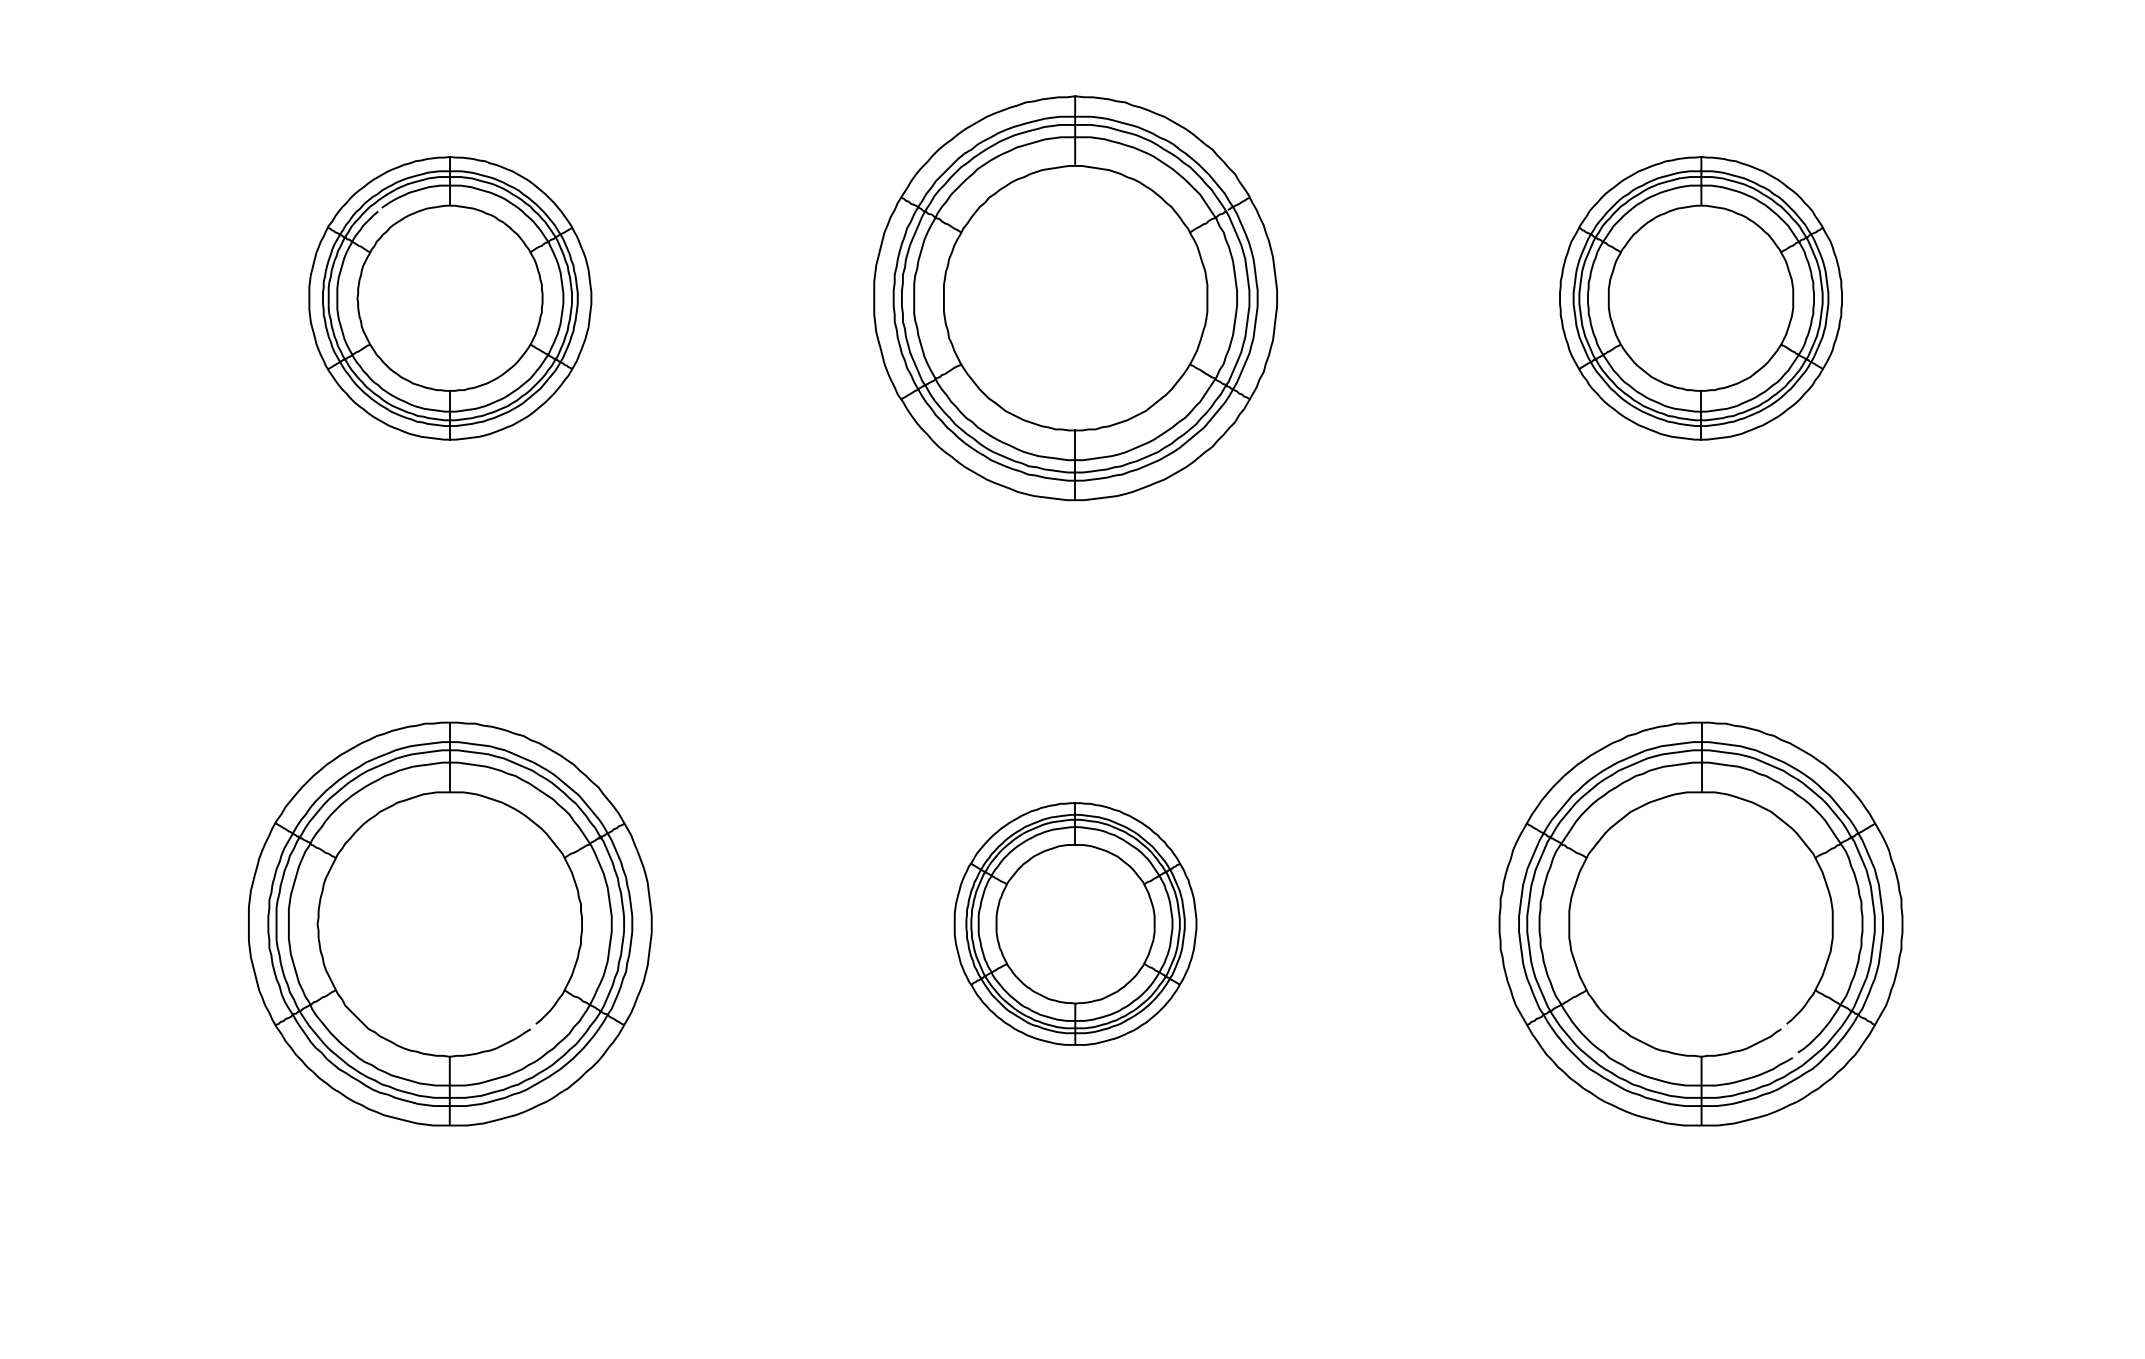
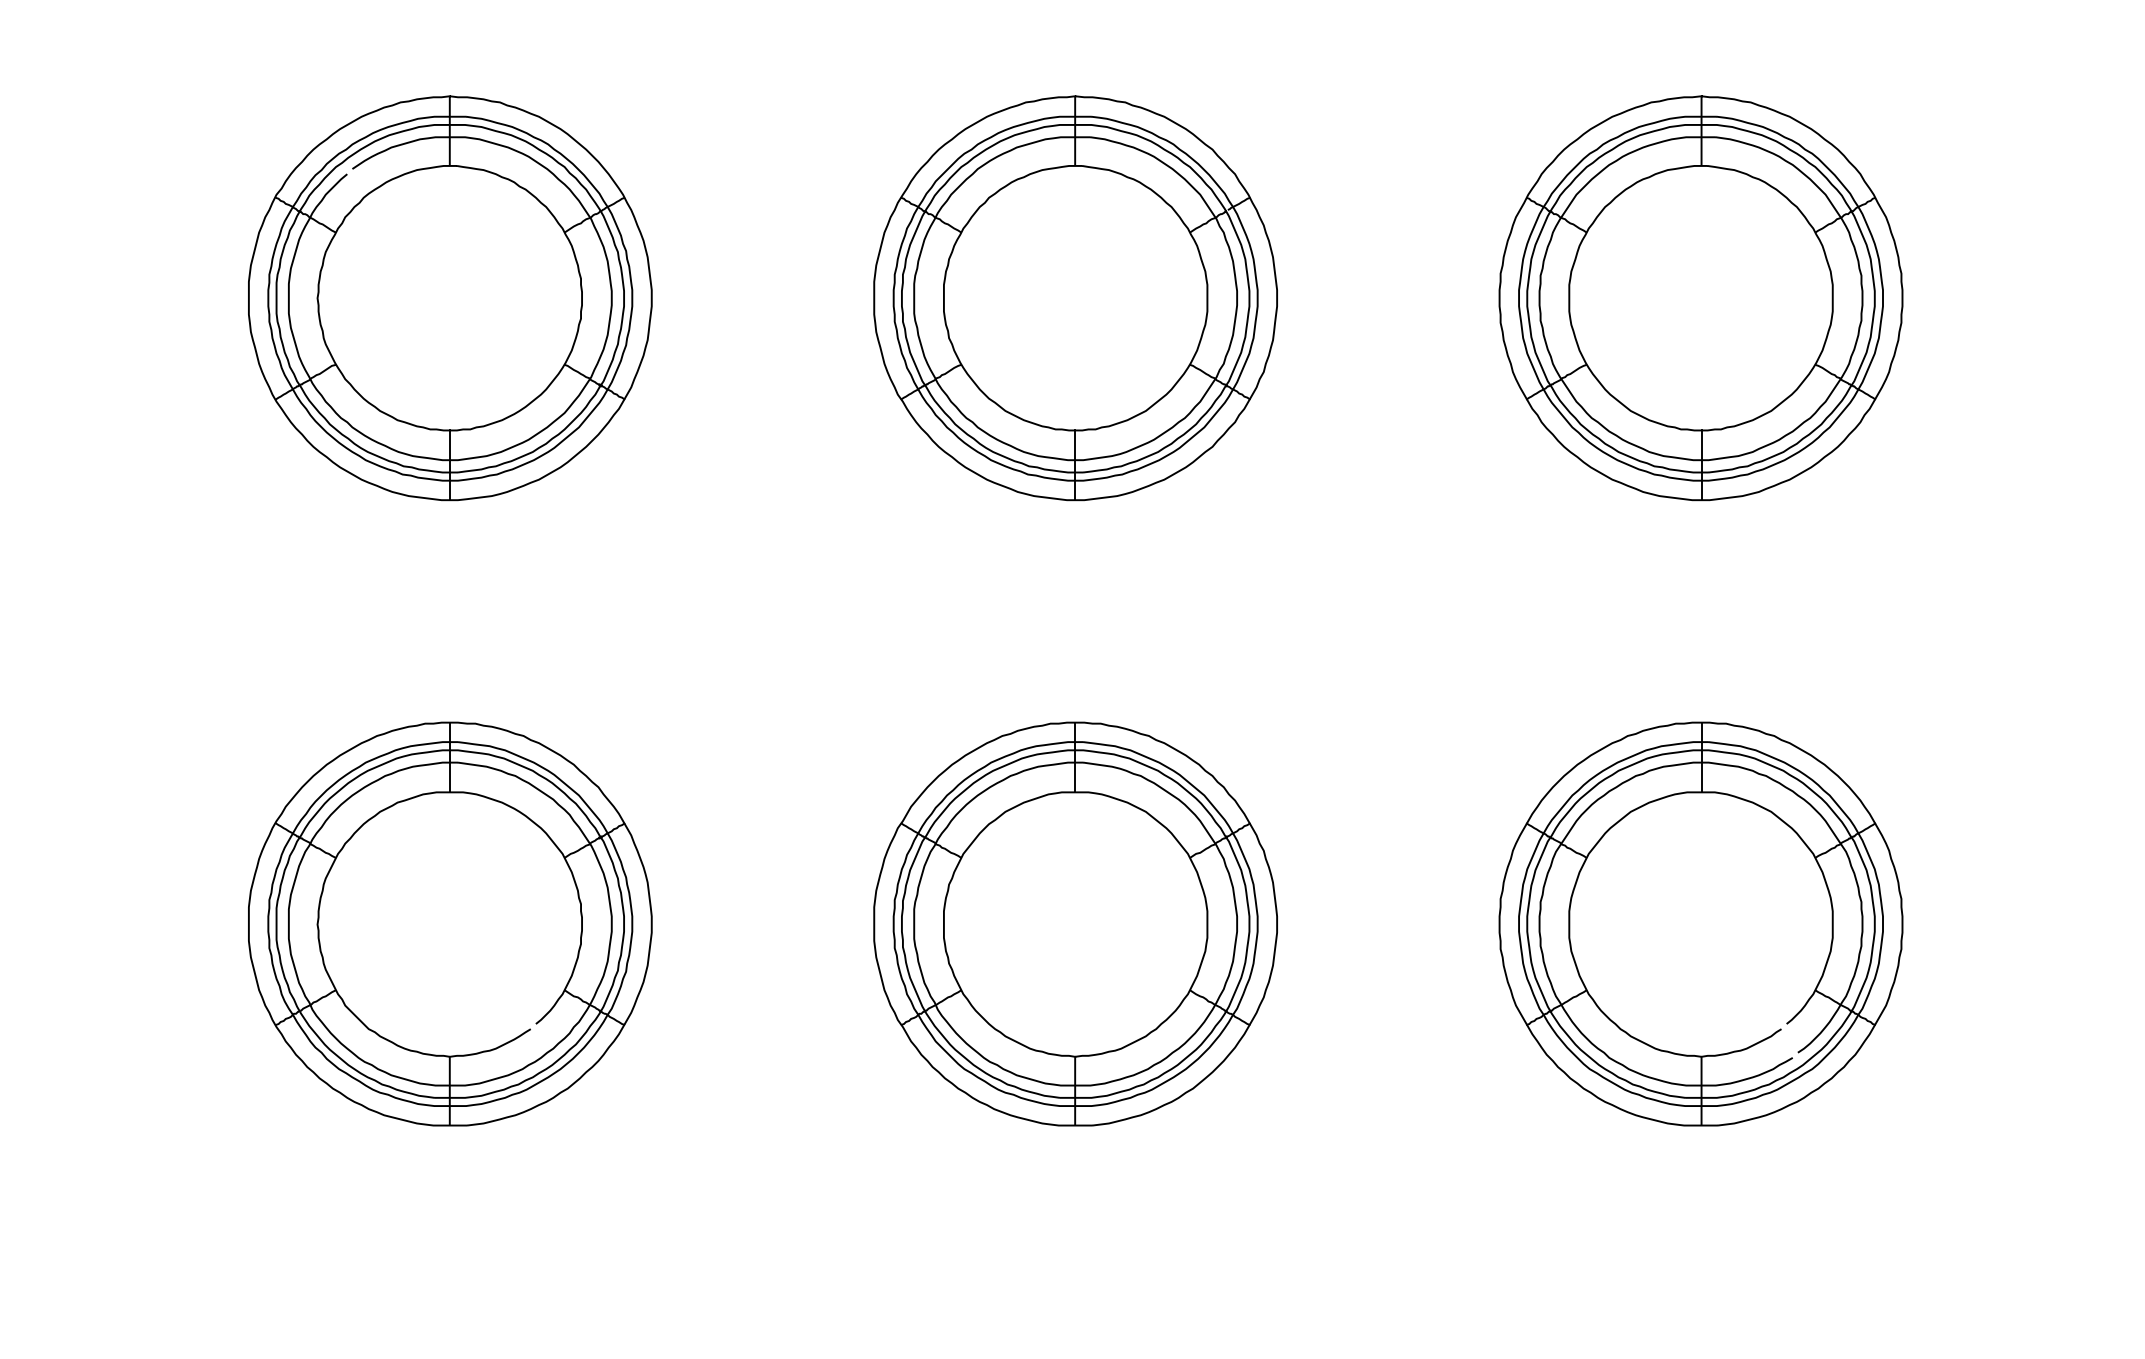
part at (450, 298) size: 285x285 px -> 405x407 px
part at (1700, 298) size: 284x285 px -> 406x407 px
part at (1075, 923) size: 245x244 px -> 405x406 px
